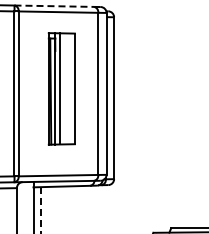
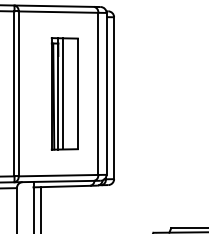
line at (54, 6): dashed -> solid
part at (61, 88) position: (61, 88) -> (64, 93)
line at (41, 210): dashed -> solid
